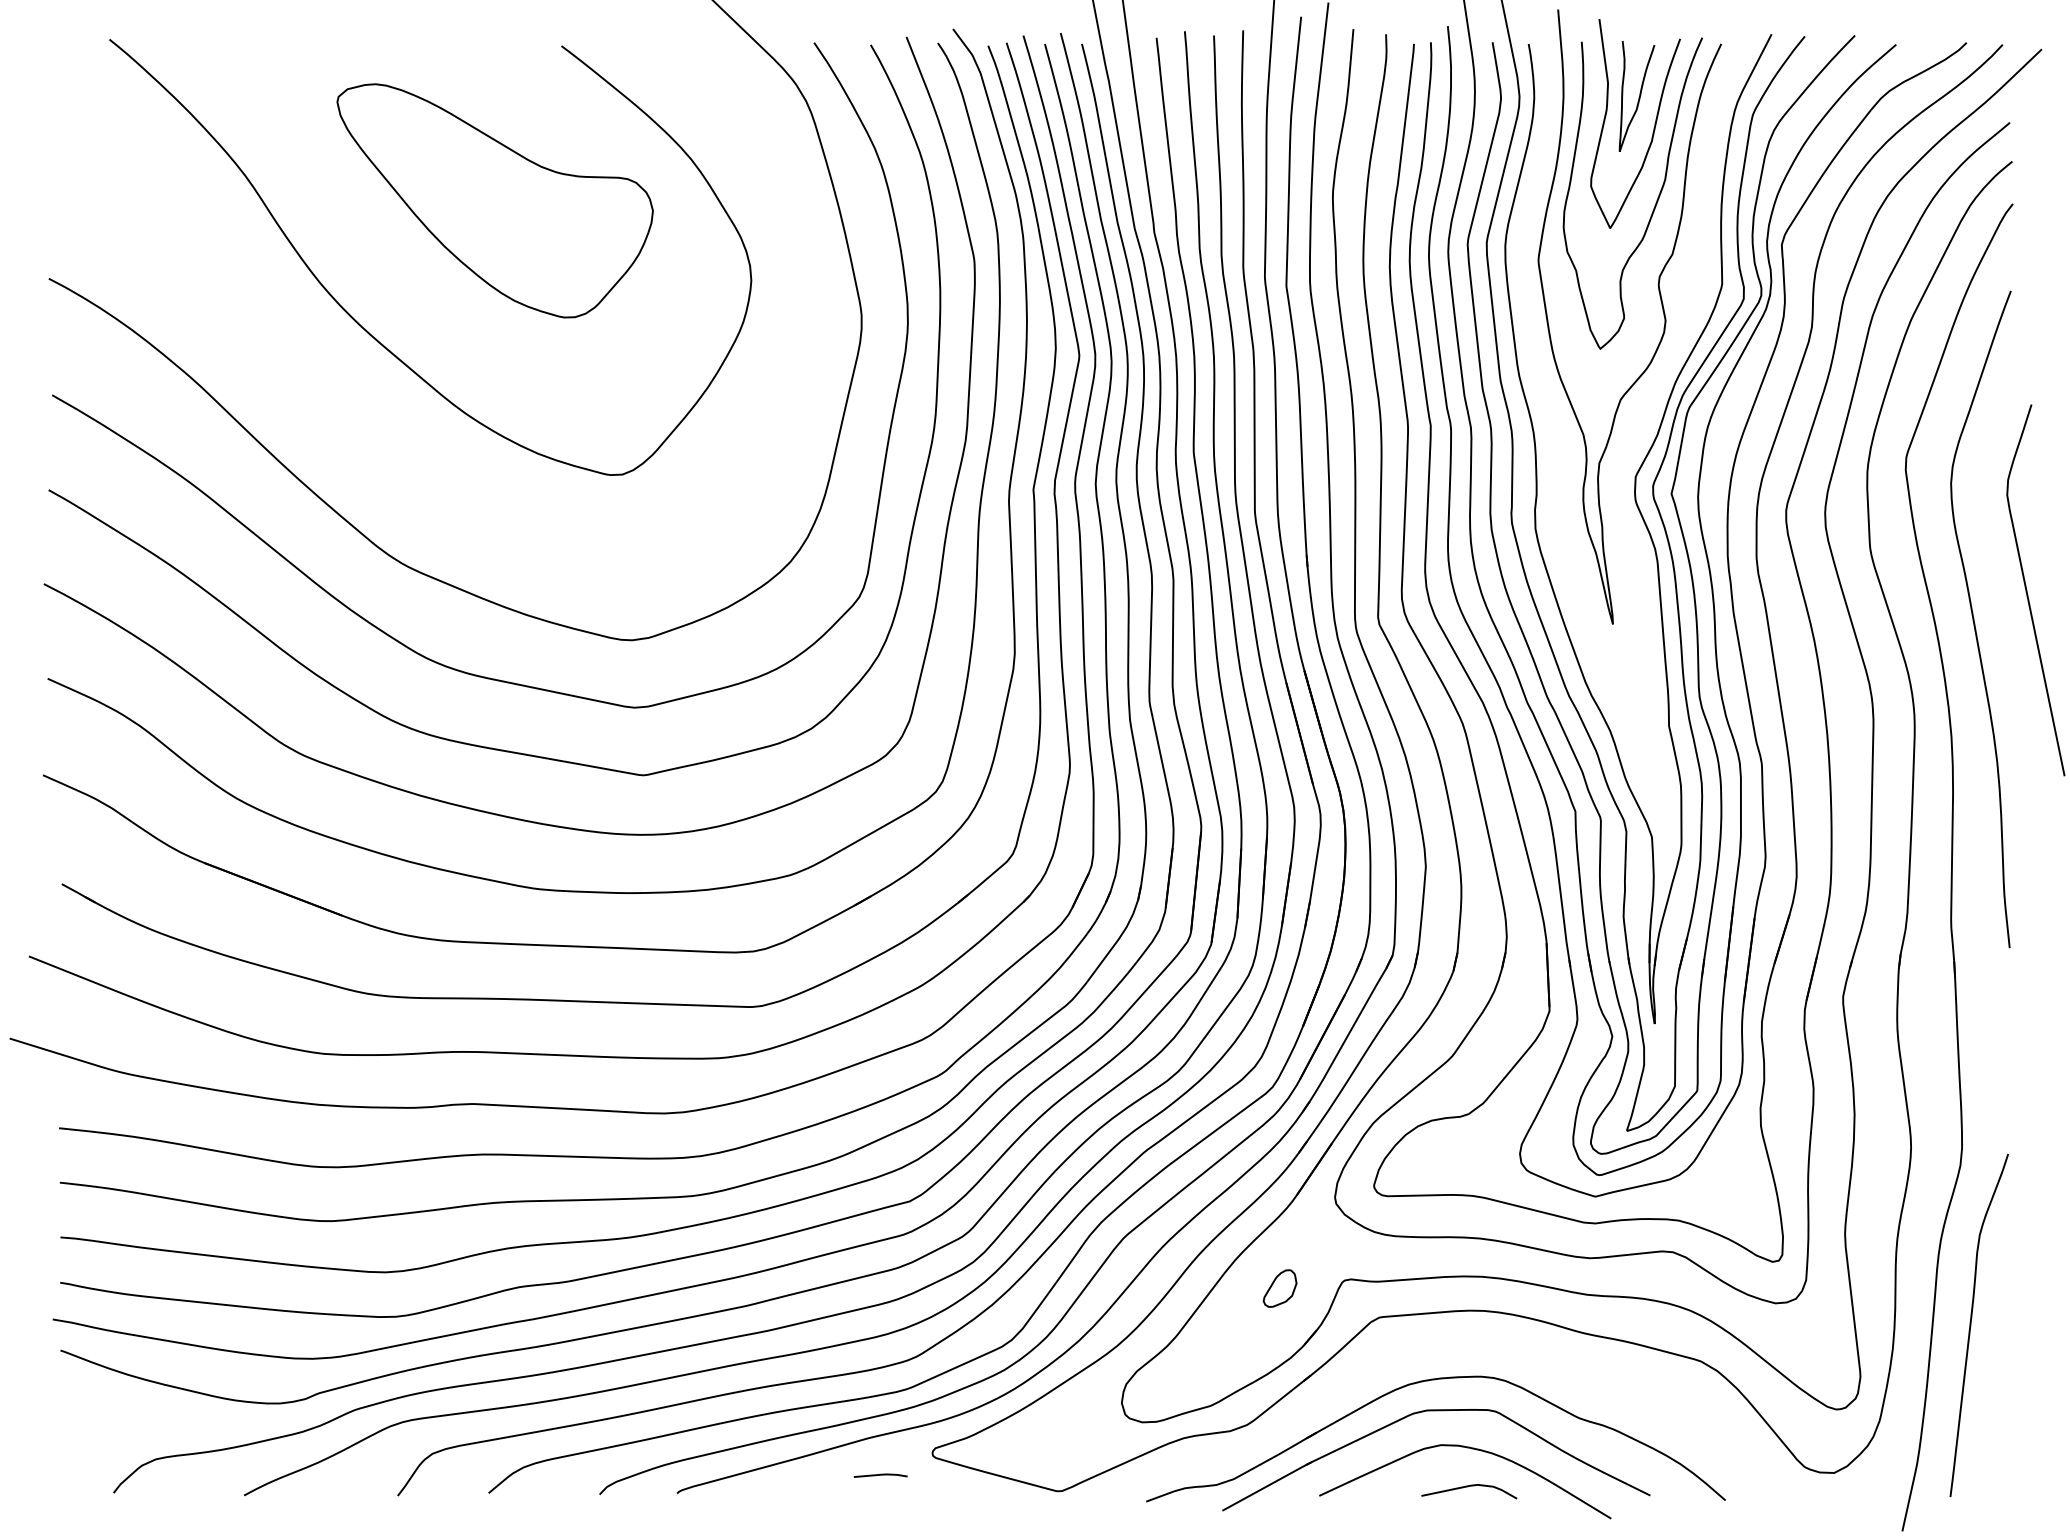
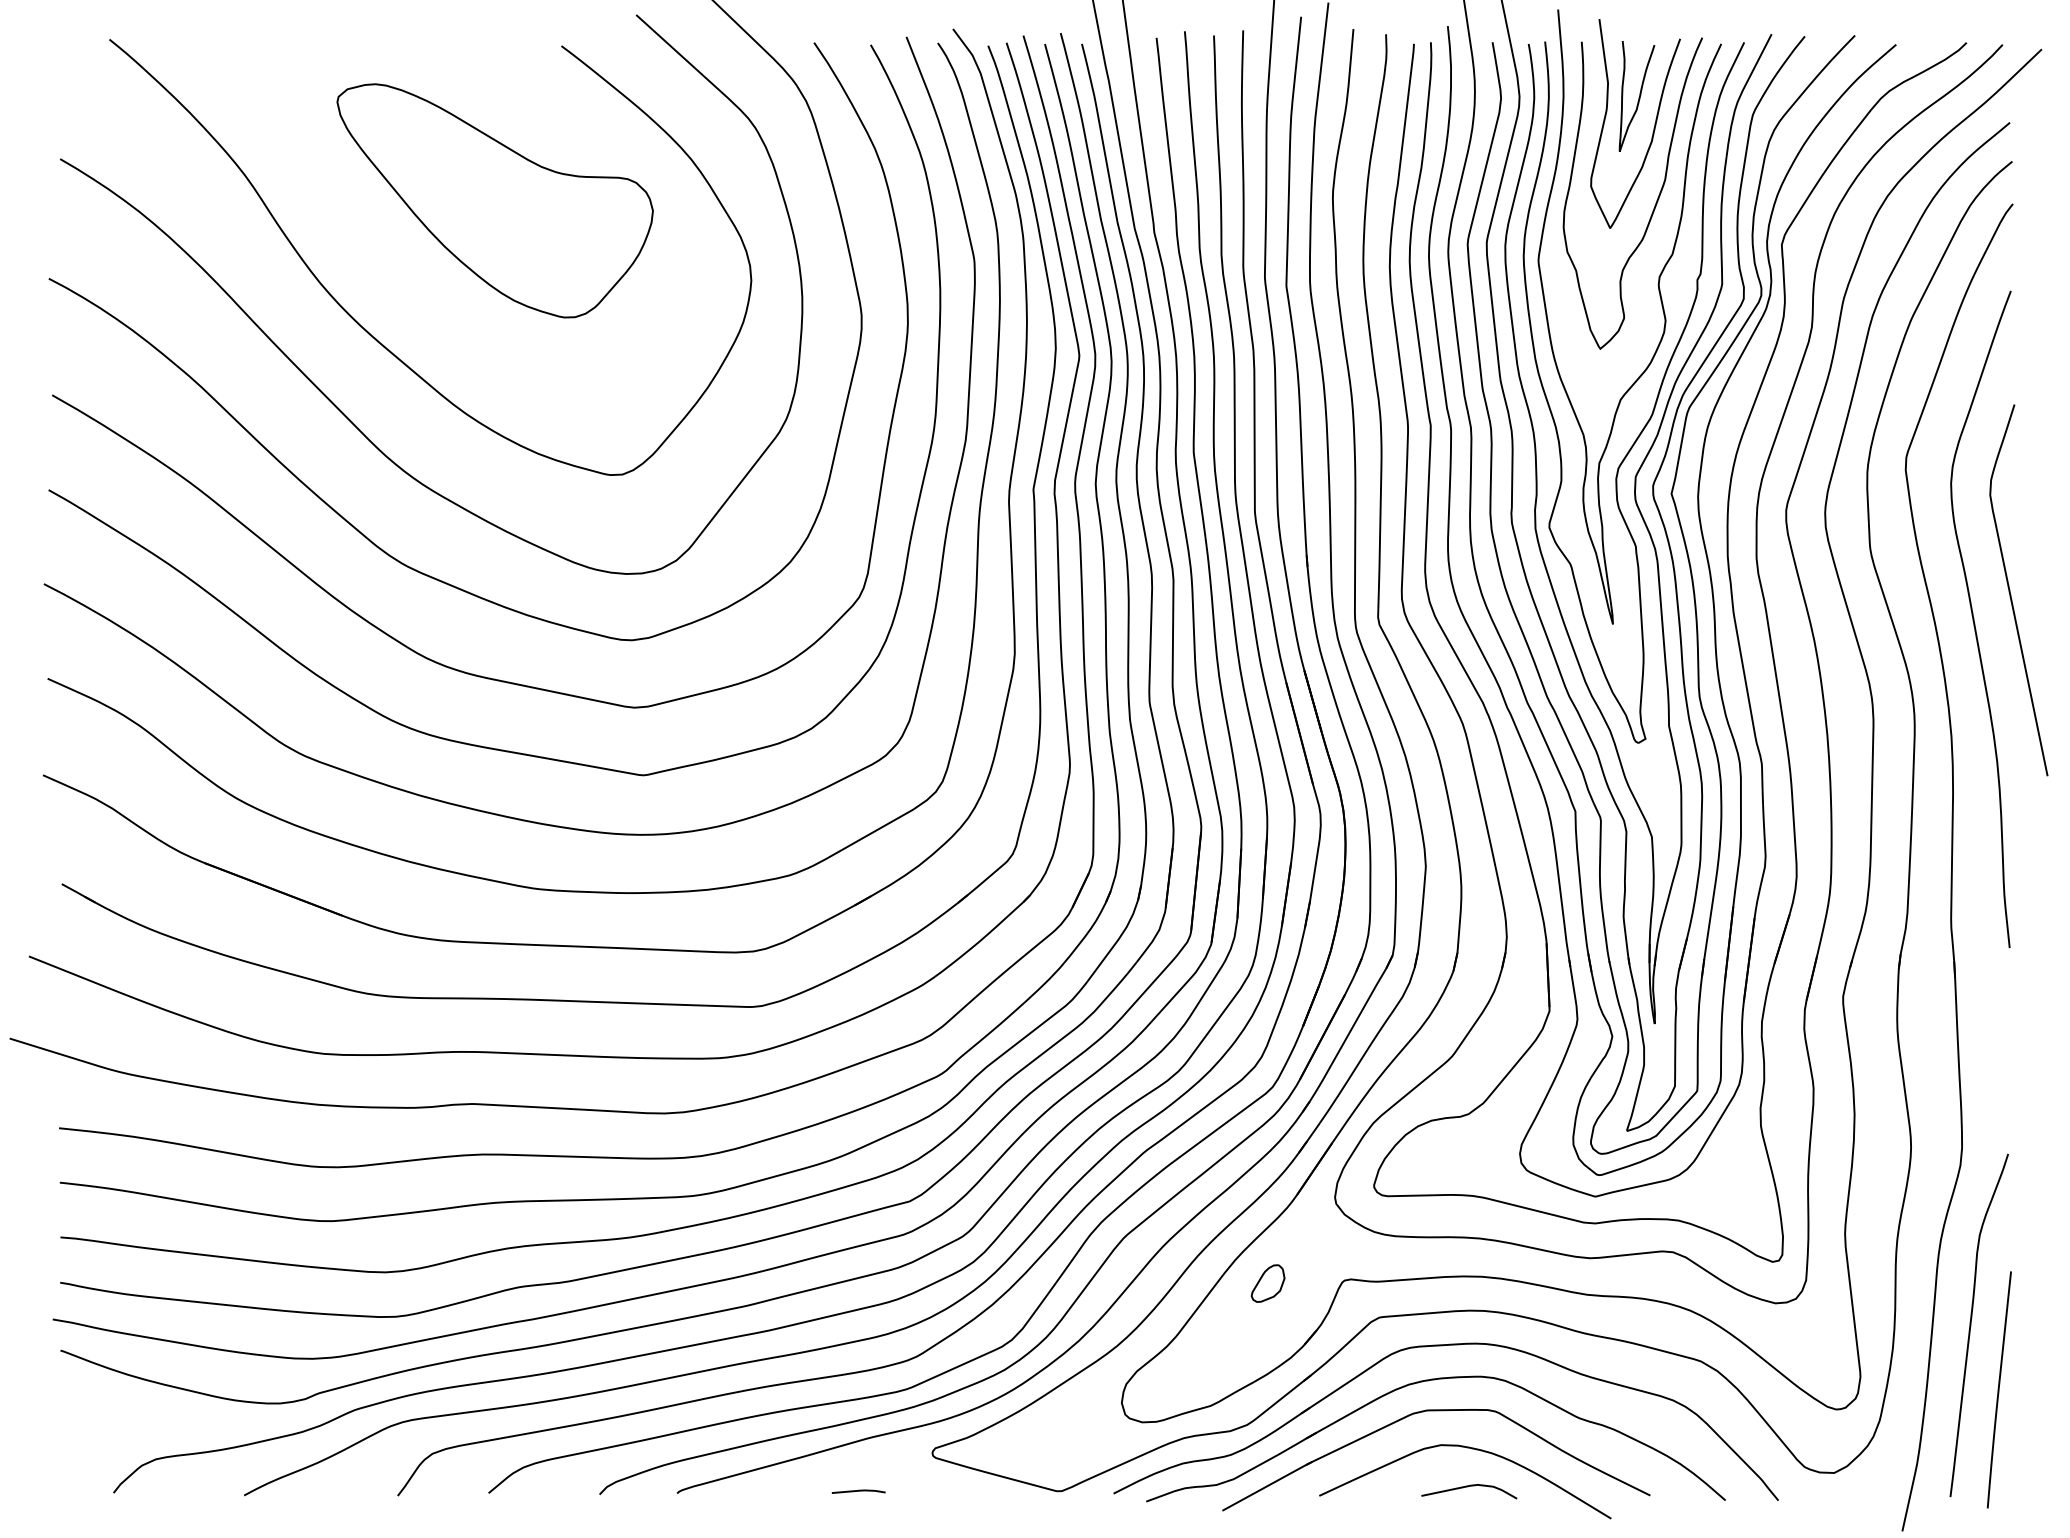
curve at (328, 397): none -> present
curve at (1655, 400): none -> present
curve at (2027, 590) position: (2027, 590) -> (2010, 590)
part at (1279, 1288) position: (1279, 1288) -> (1267, 1283)
part at (1443, 1346): none -> present
curve at (1998, 1389): none -> present
line at (880, 1475) position: (880, 1475) -> (858, 1491)
